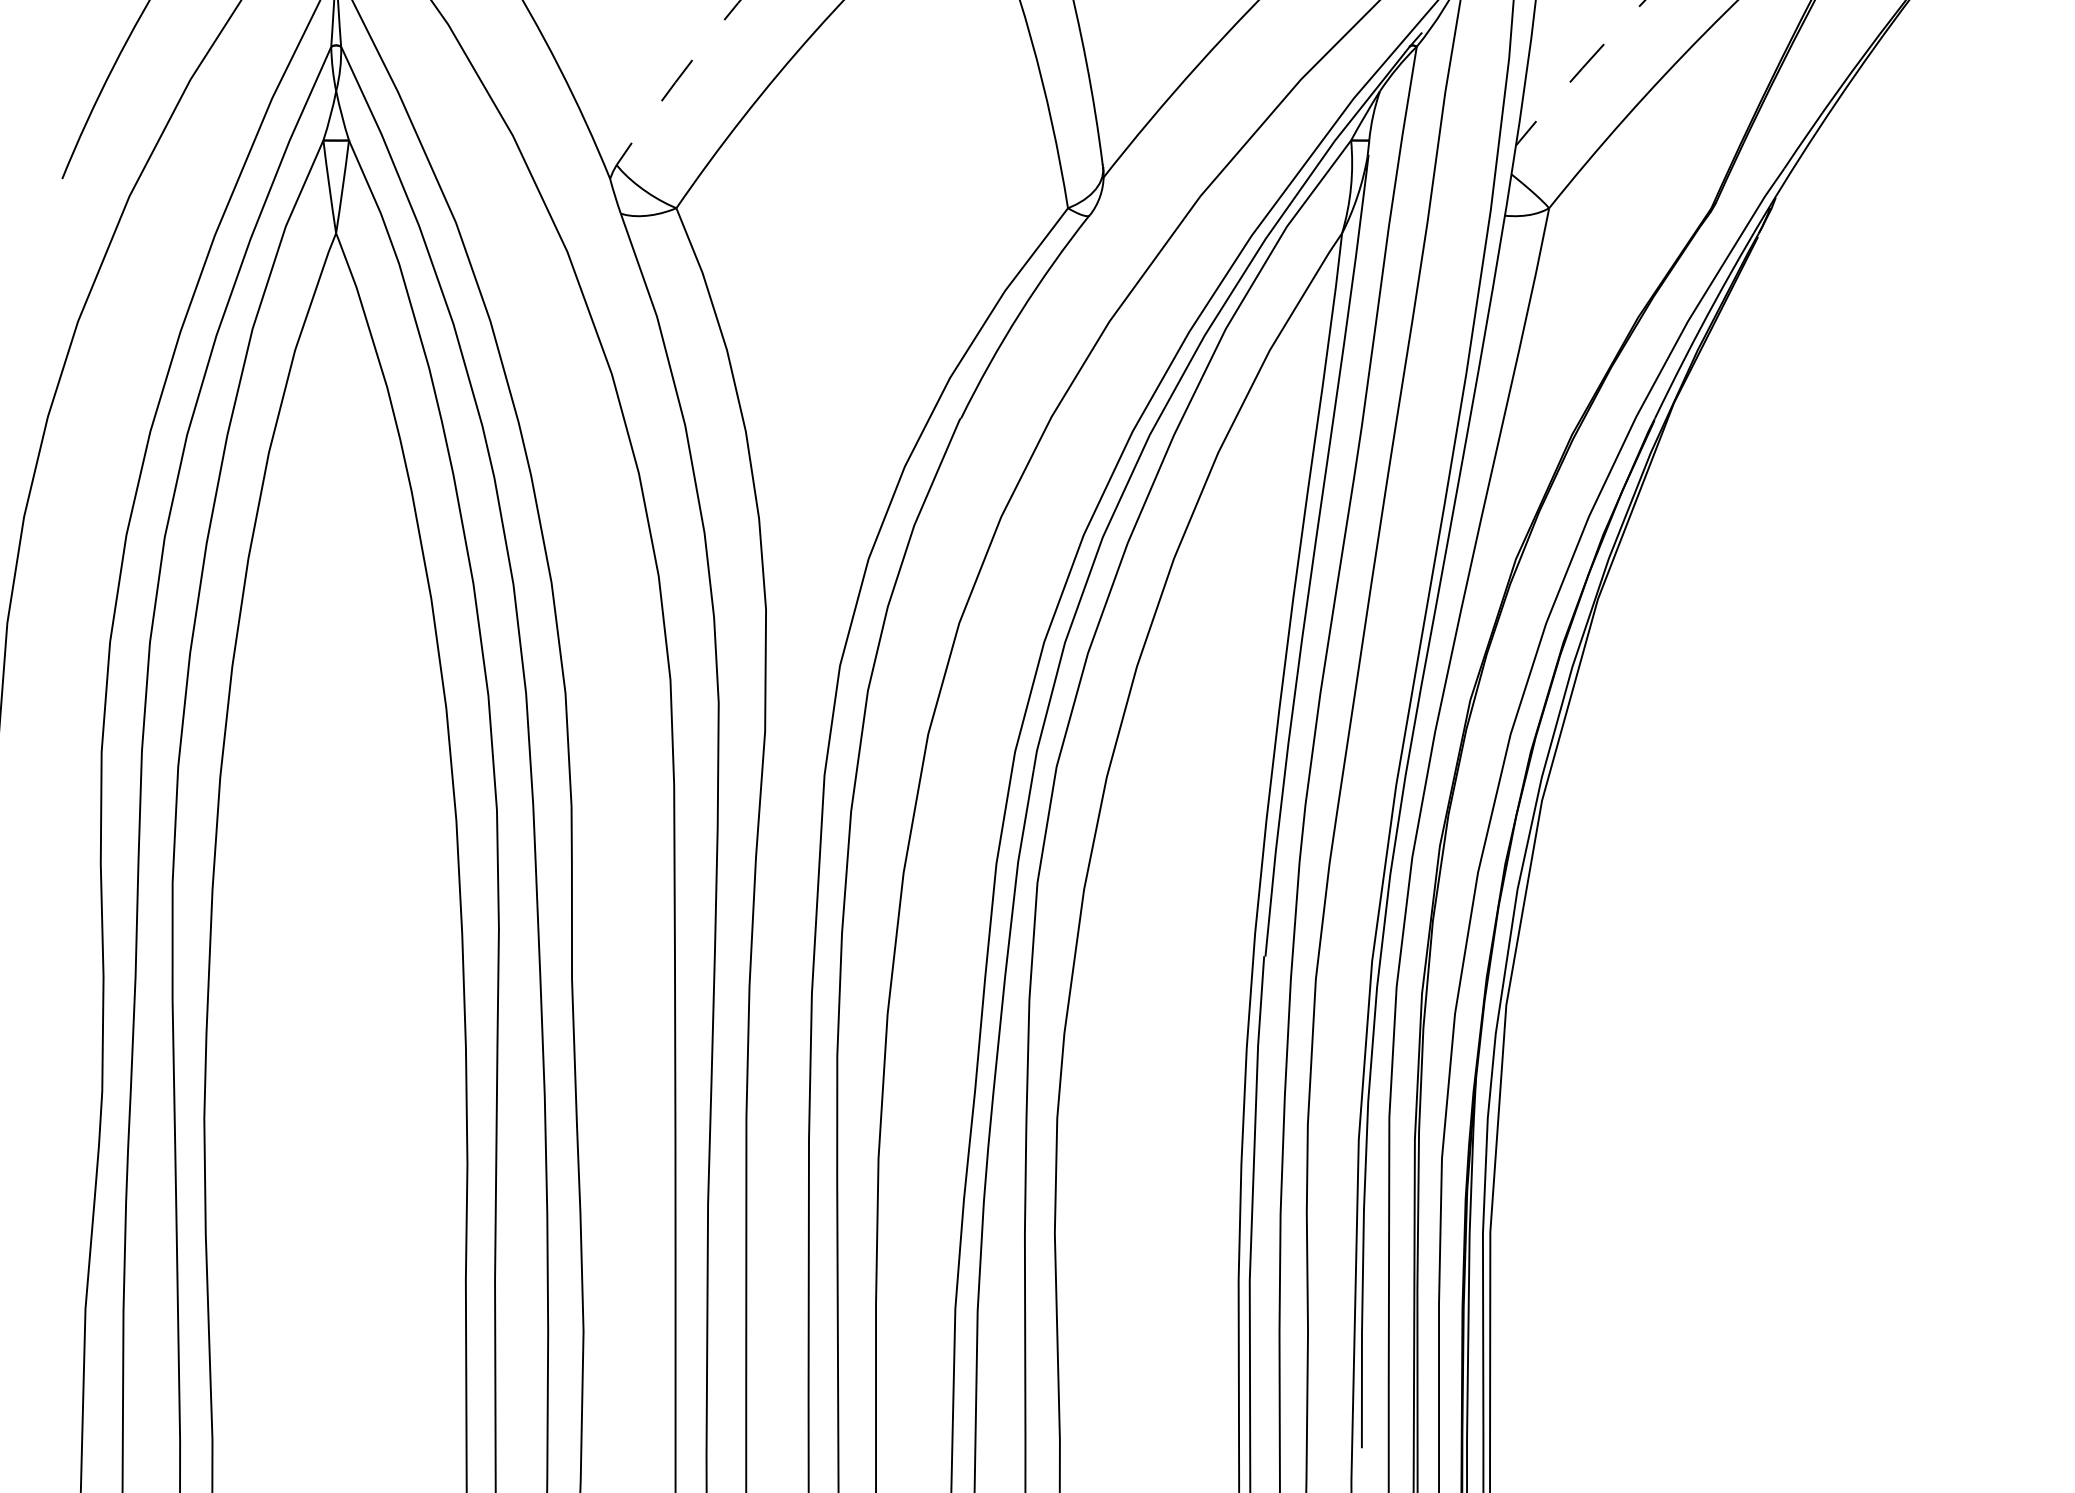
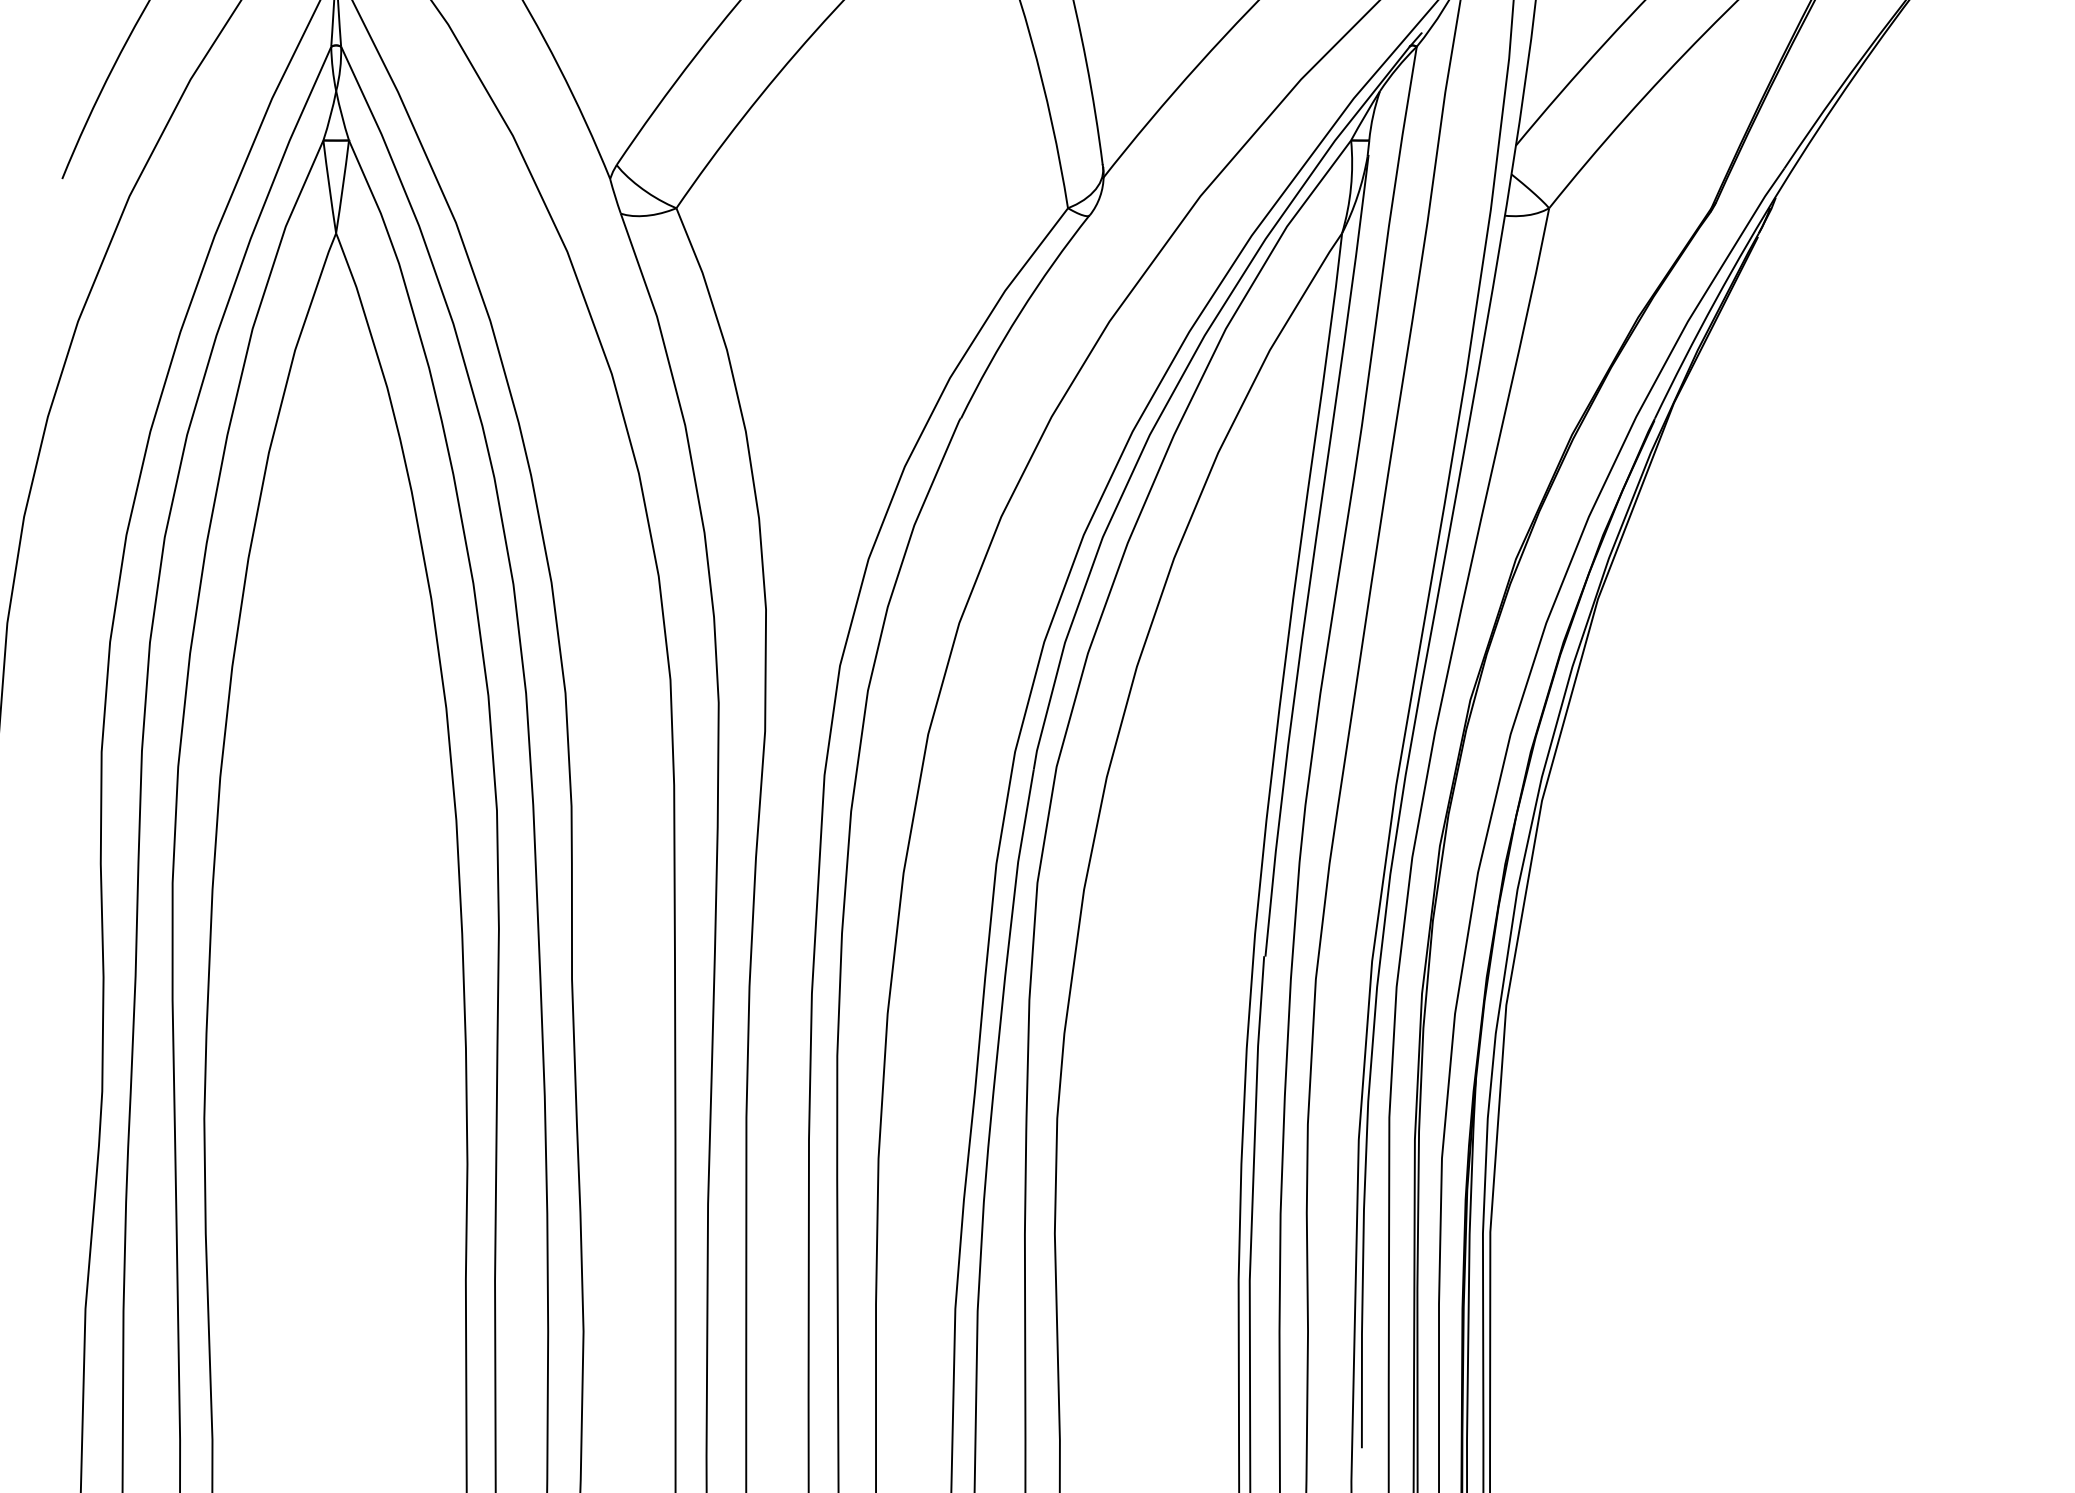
arc at (1579, 71): dashed -> solid
arc at (676, 80): dashed -> solid
